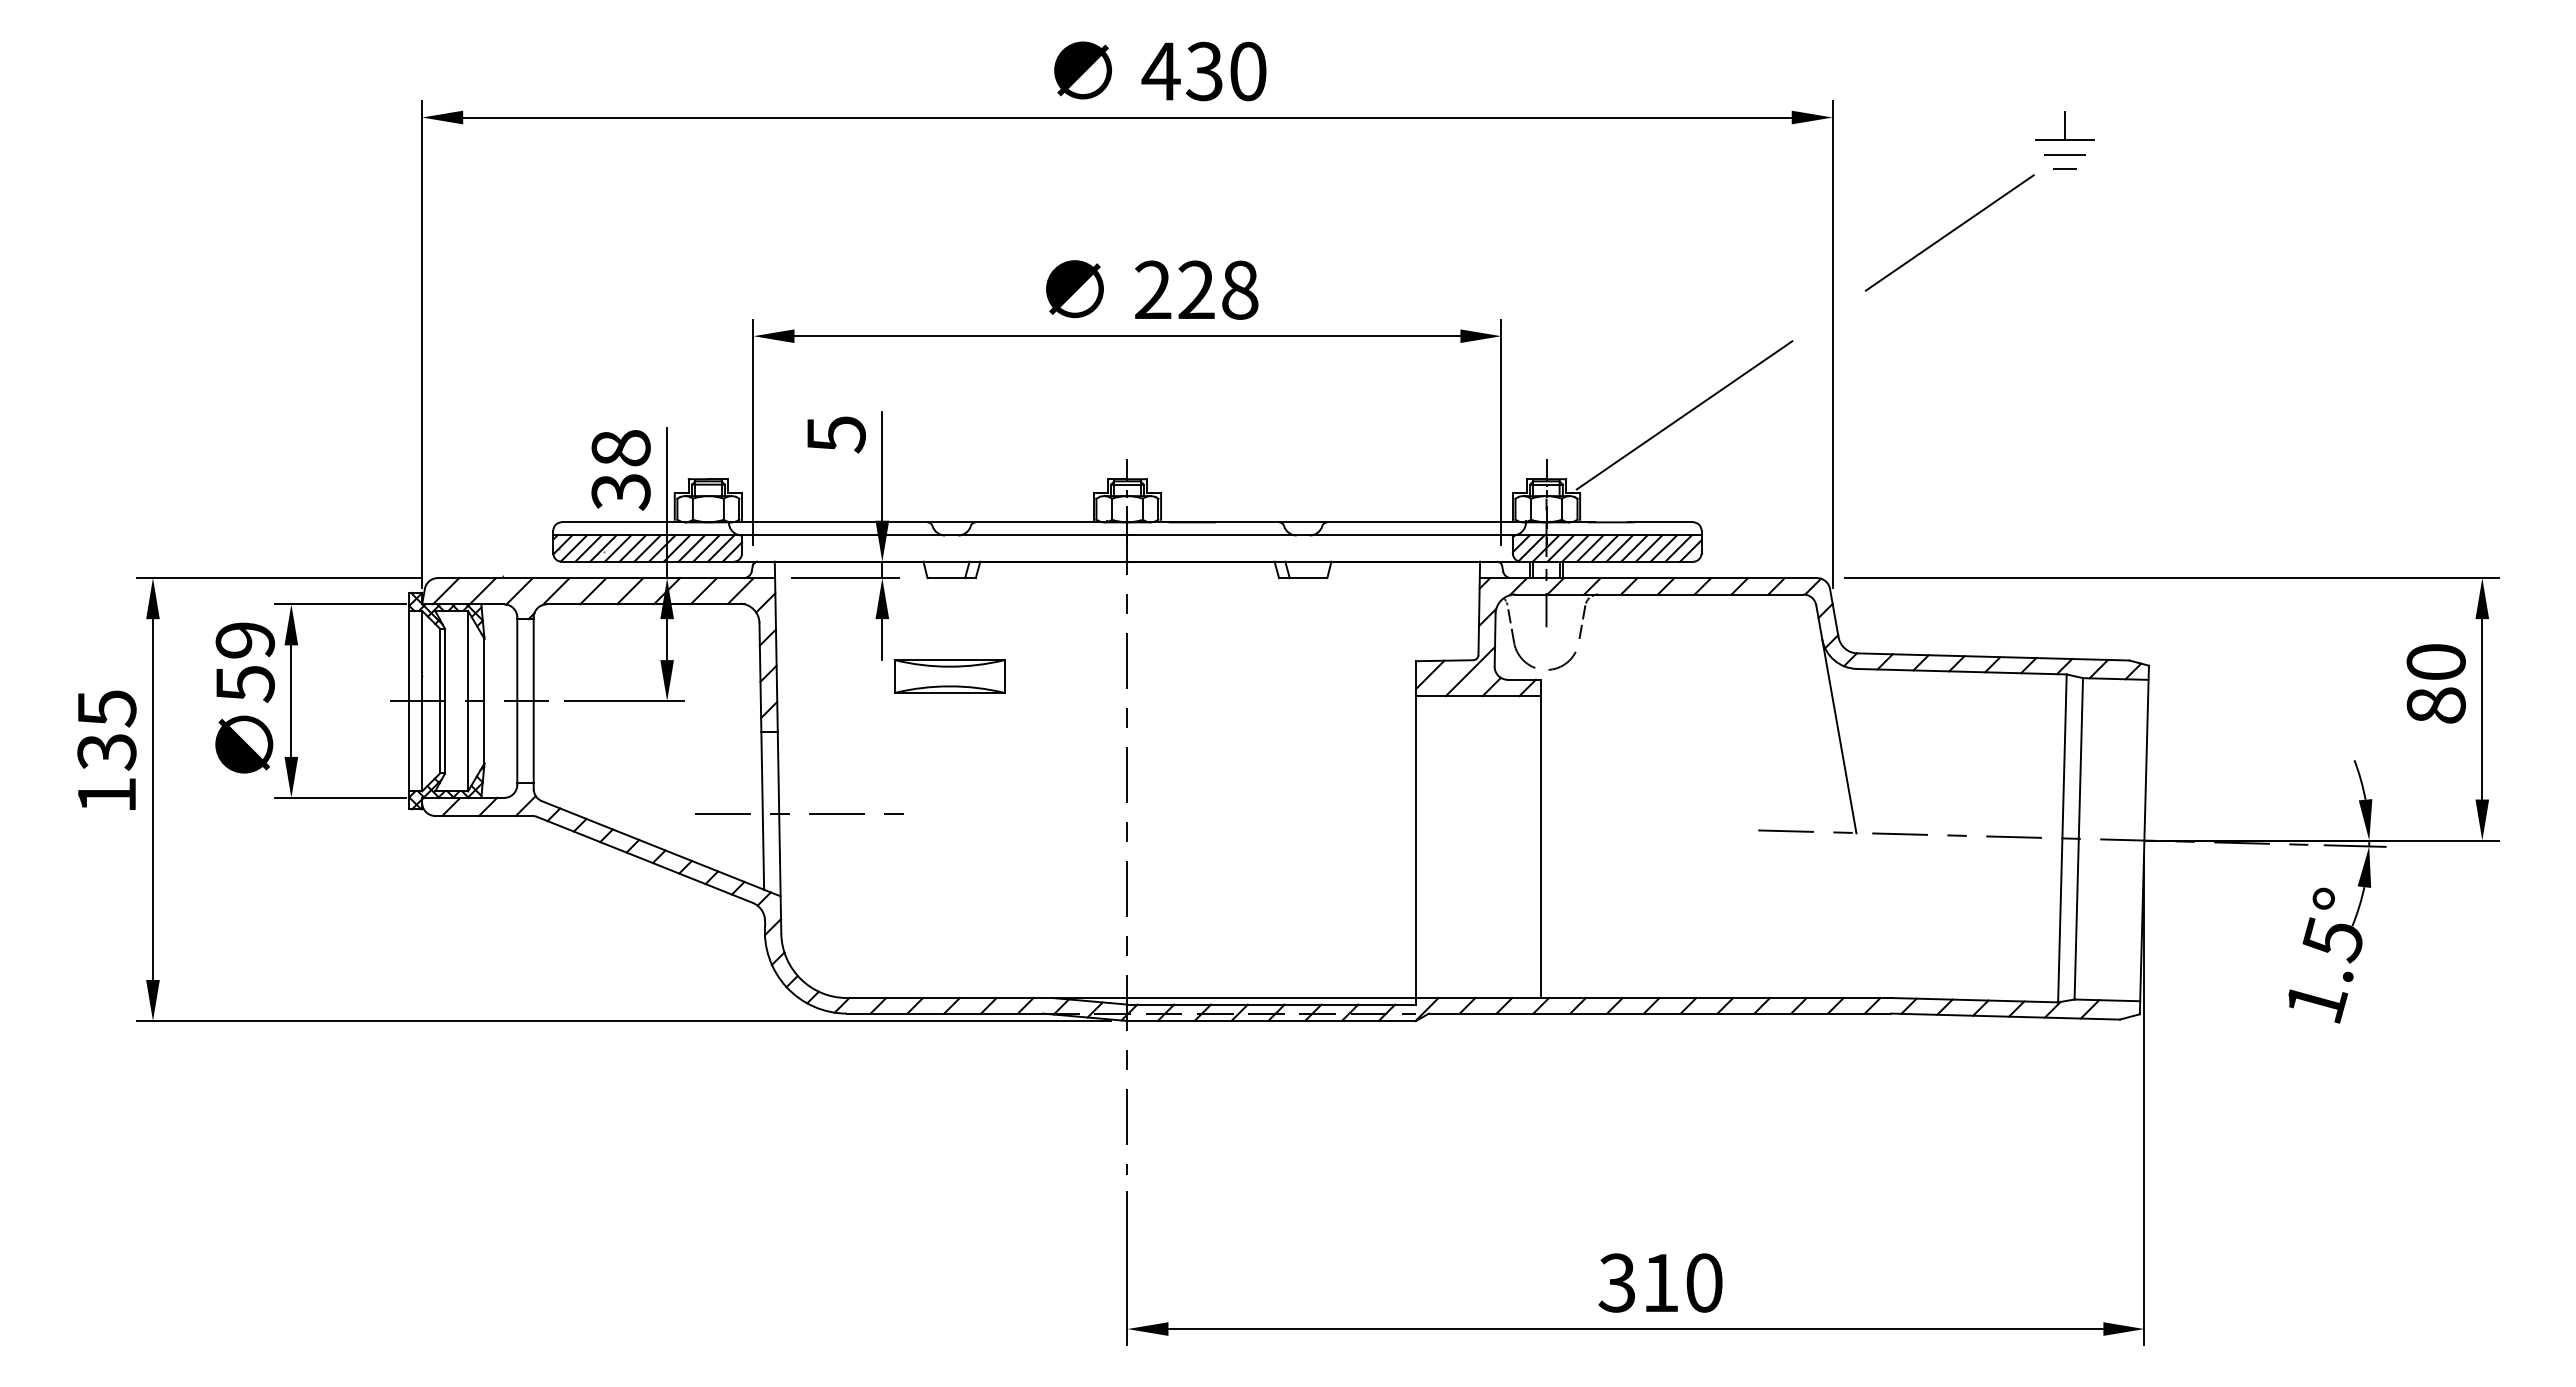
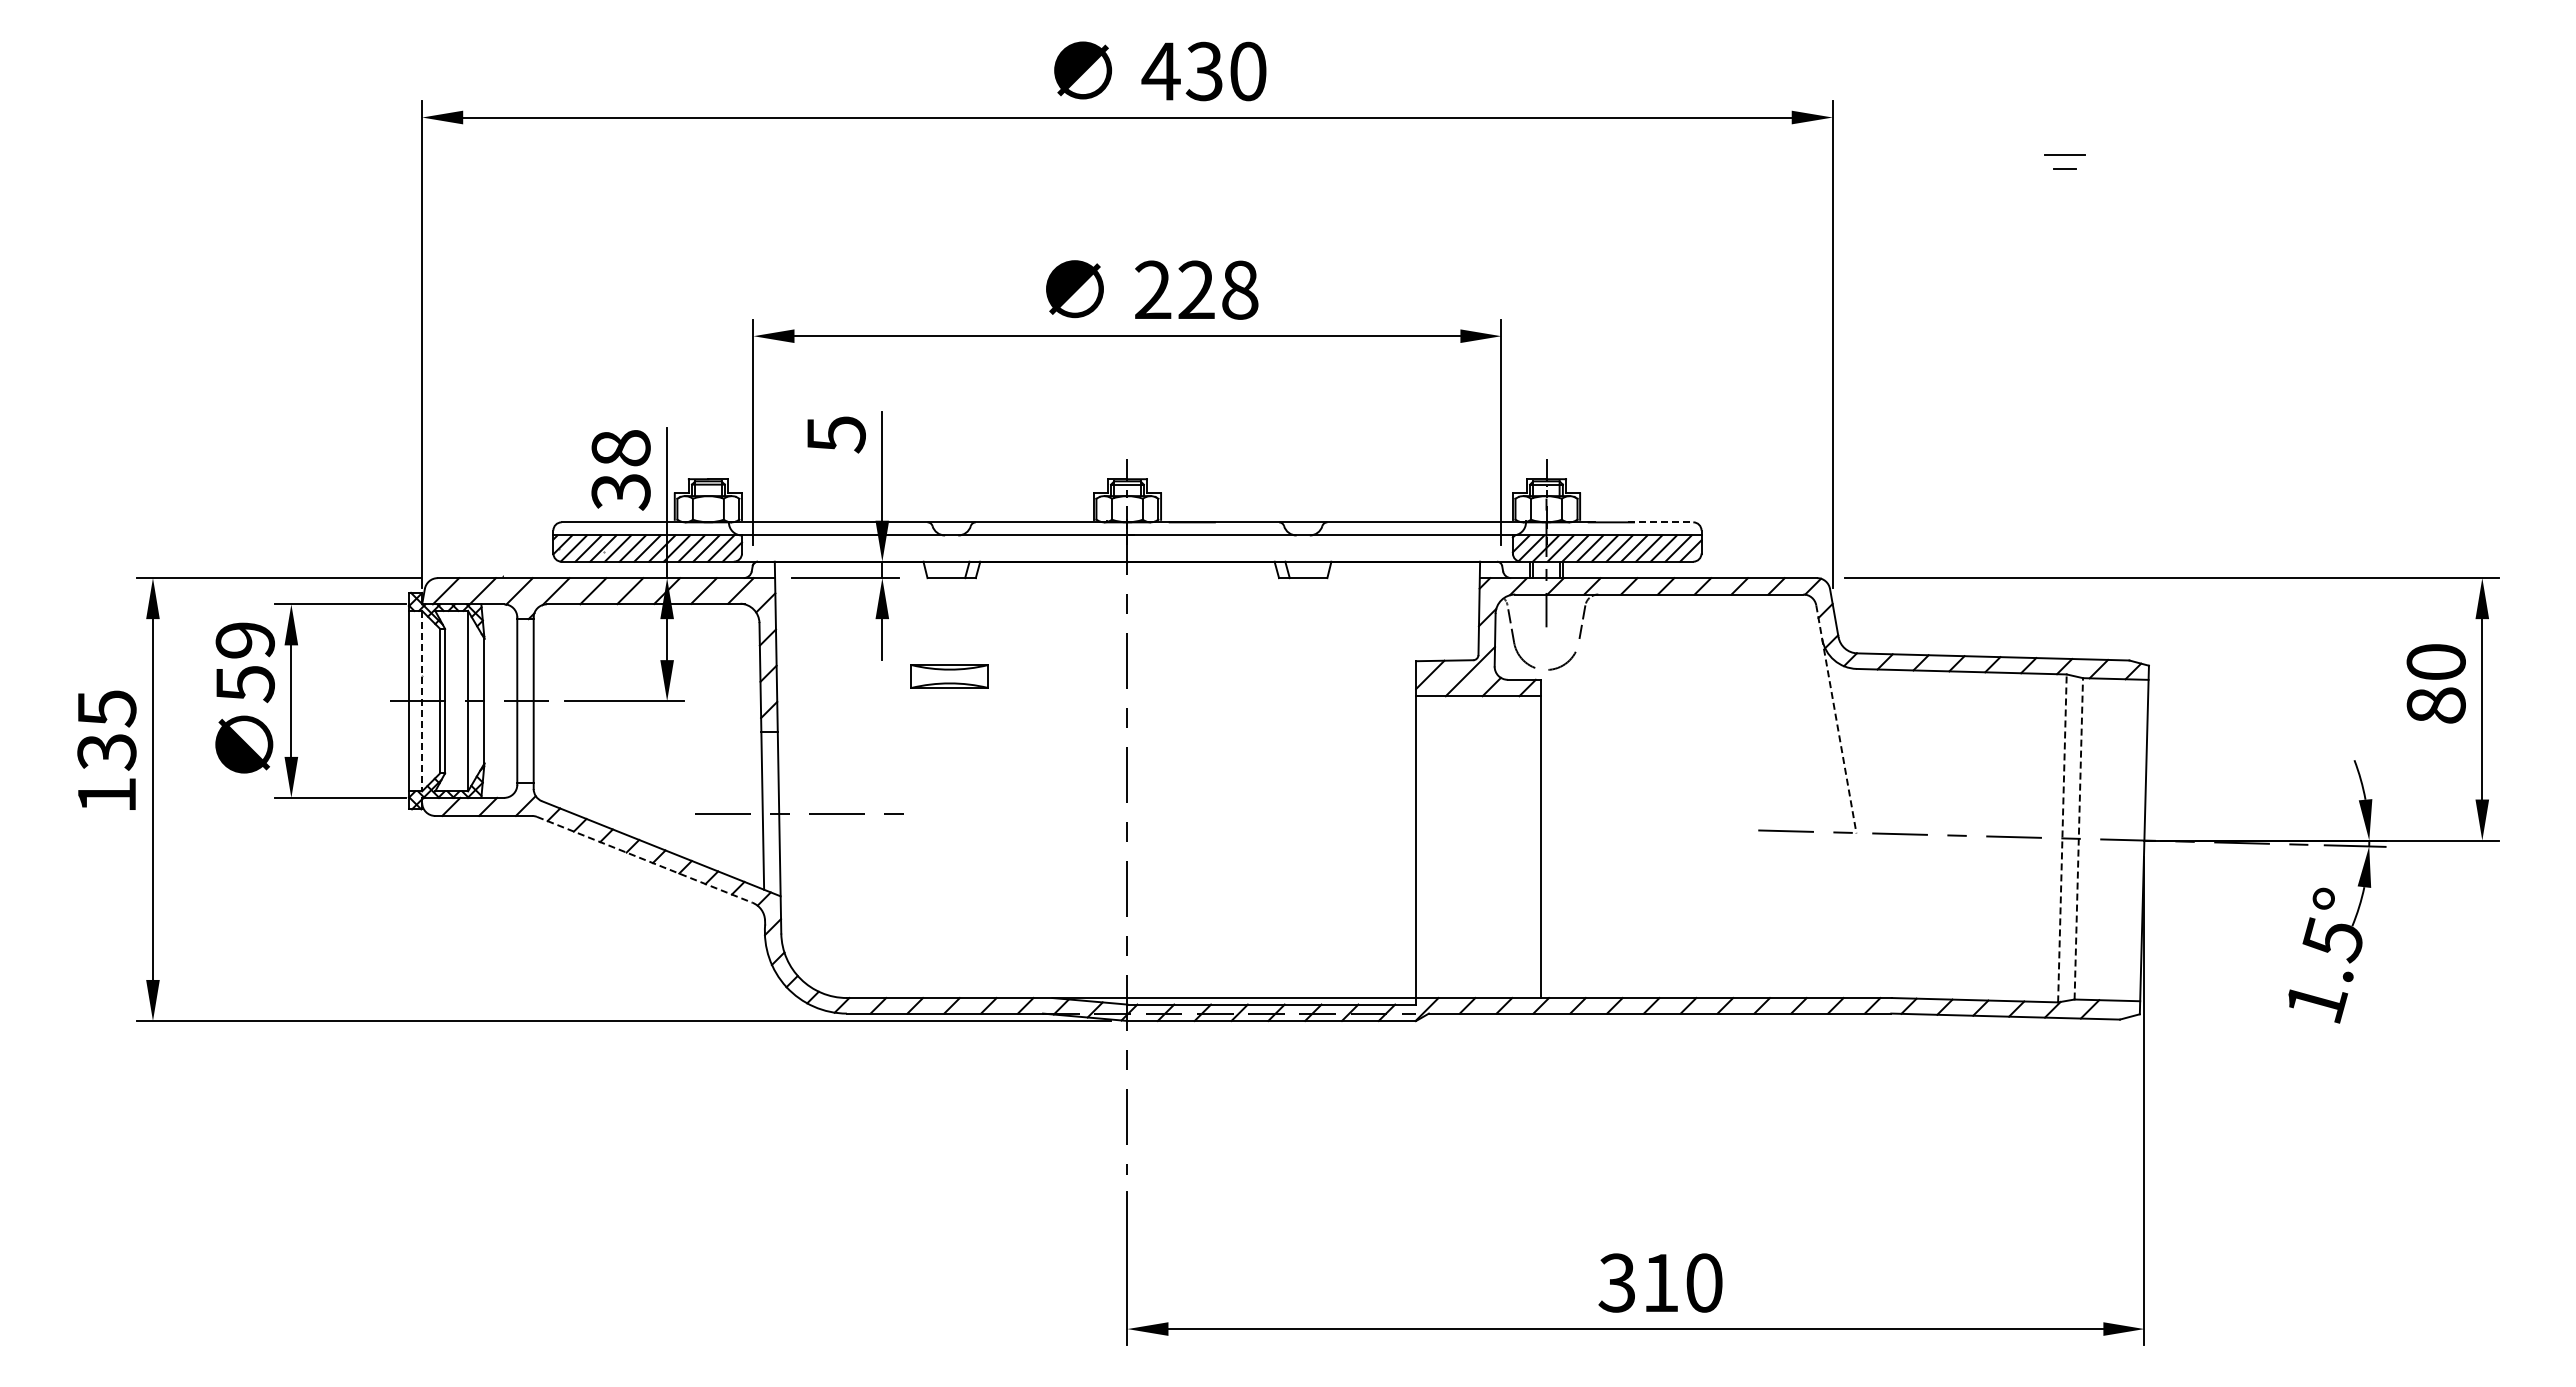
part at (2064, 125): present -> none
line at (1949, 232): present -> none
line at (1684, 415): present -> none
line at (1660, 522): solid -> dashed
part at (949, 676) size: 112x35 px -> 79x25 px
line at (422, 701): solid -> dashed
line at (1836, 719): solid -> dashed
line at (2062, 837): solid -> dashed
line at (2078, 838): solid -> dashed
line at (645, 860): solid -> dashed
